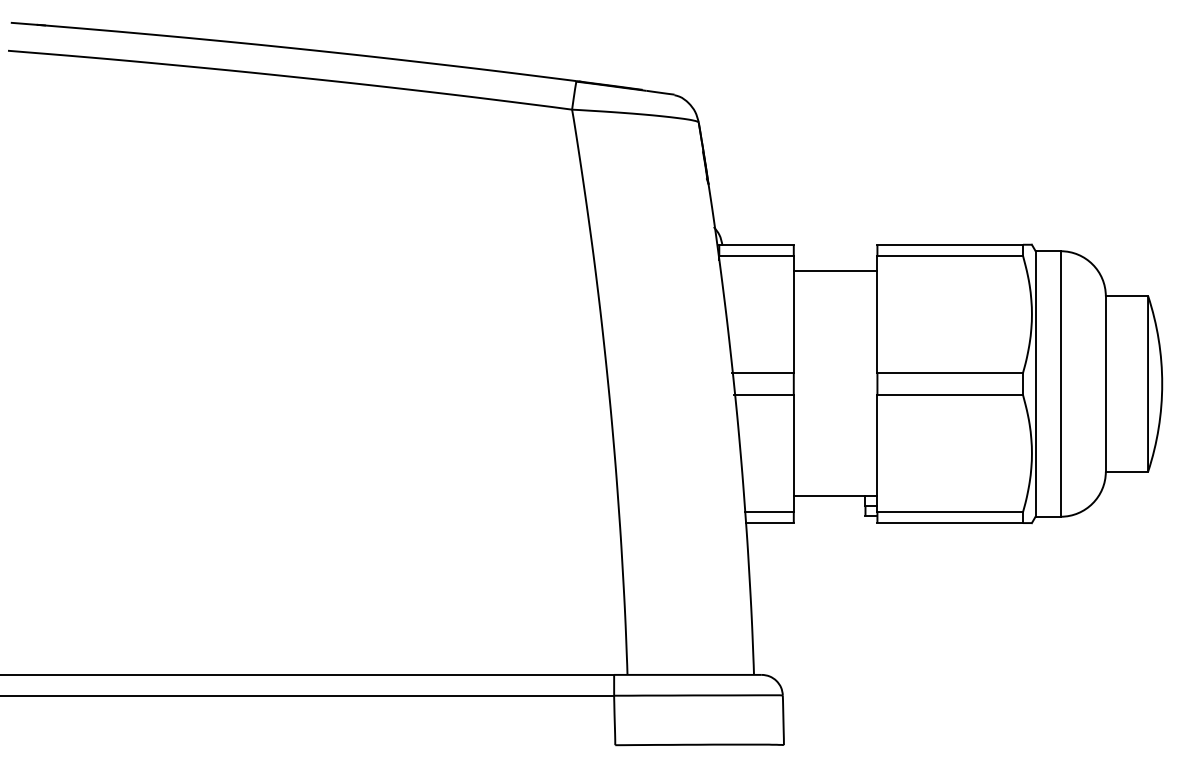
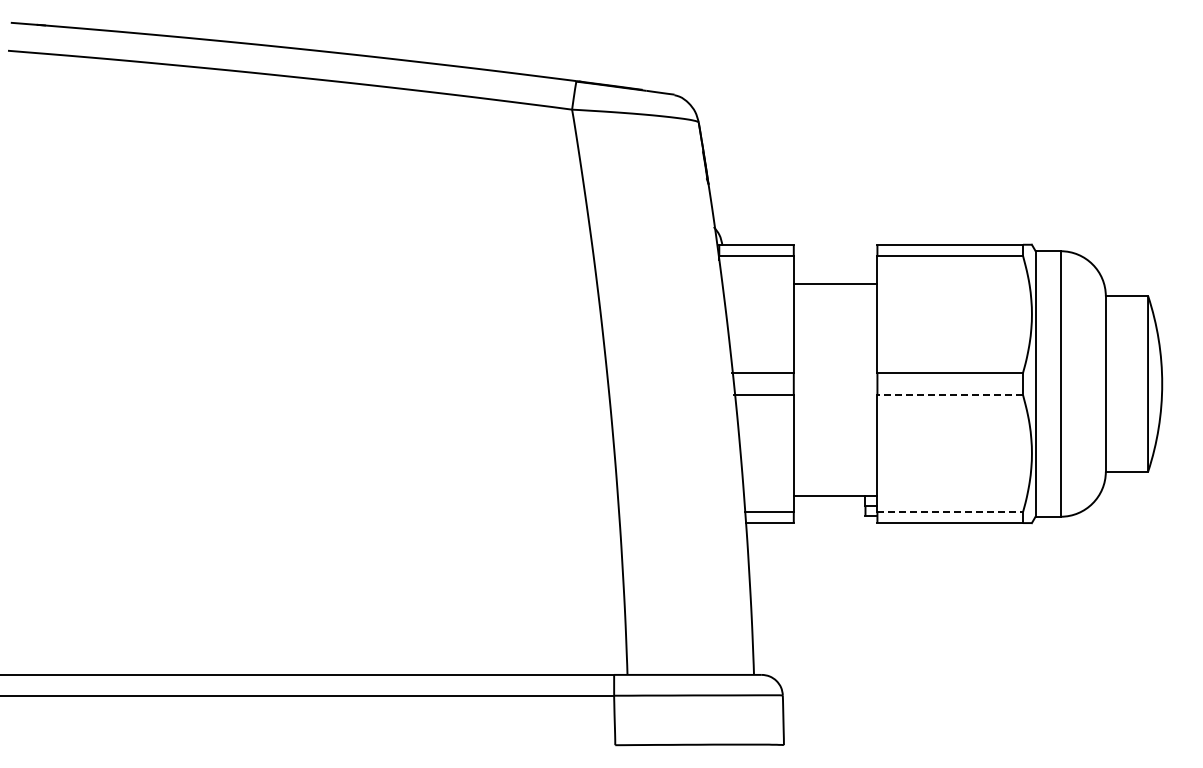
line at (835, 271) position: (835, 271) -> (835, 284)
line at (950, 395): solid -> dashed
line at (950, 511): solid -> dashed
